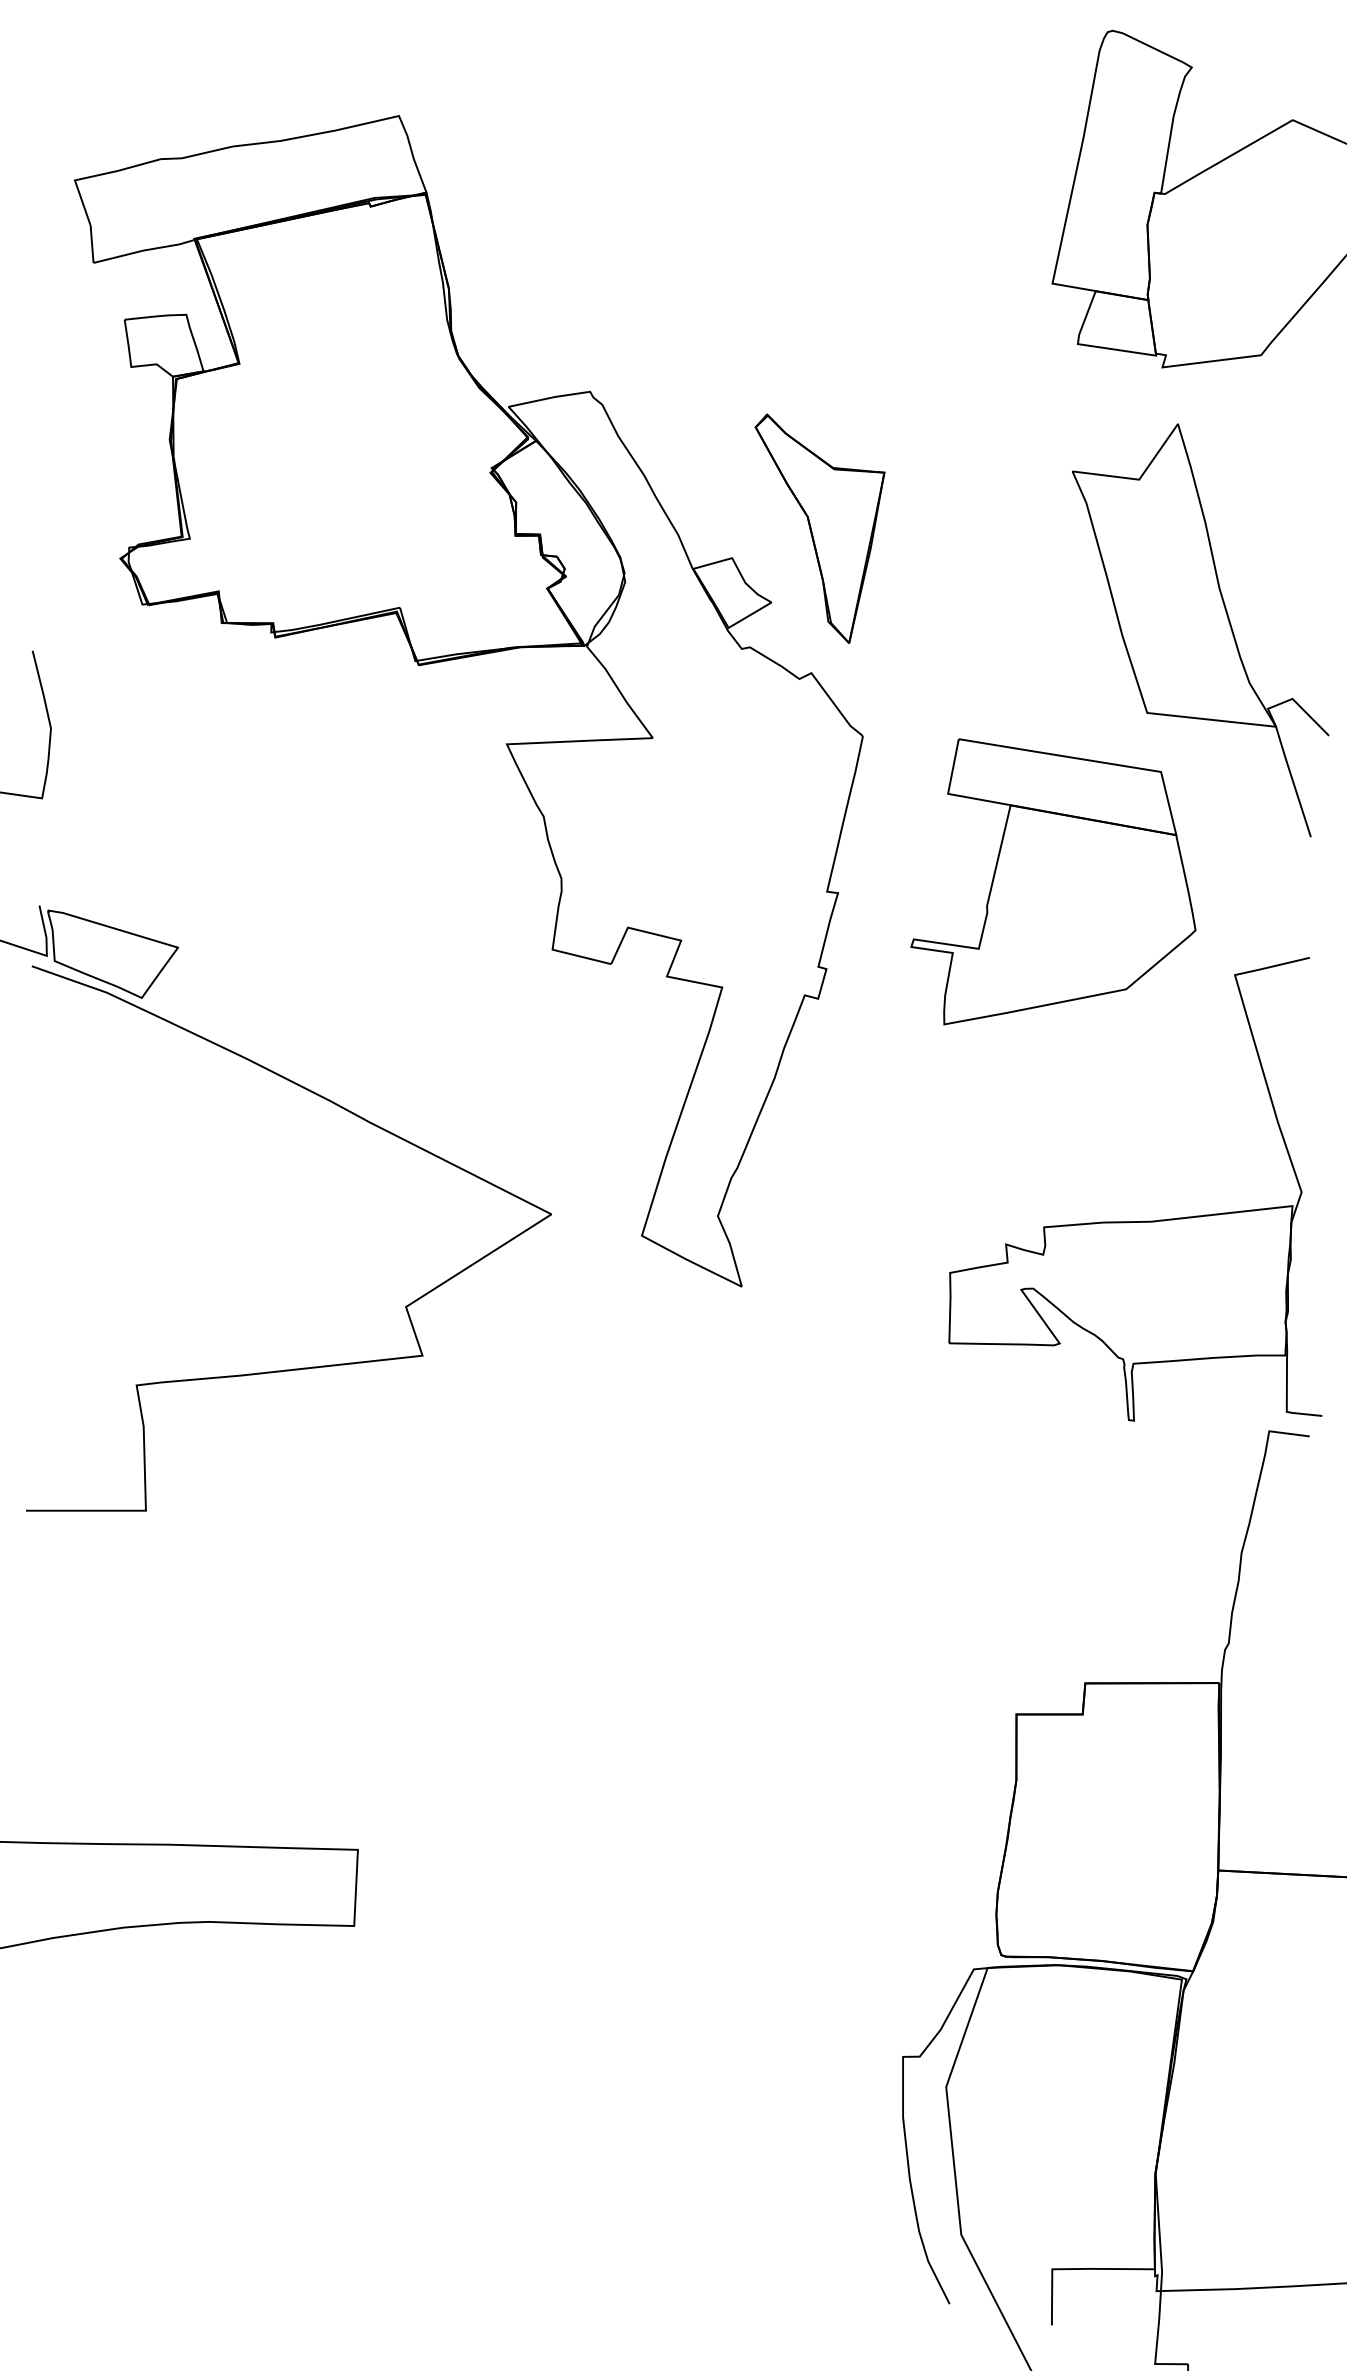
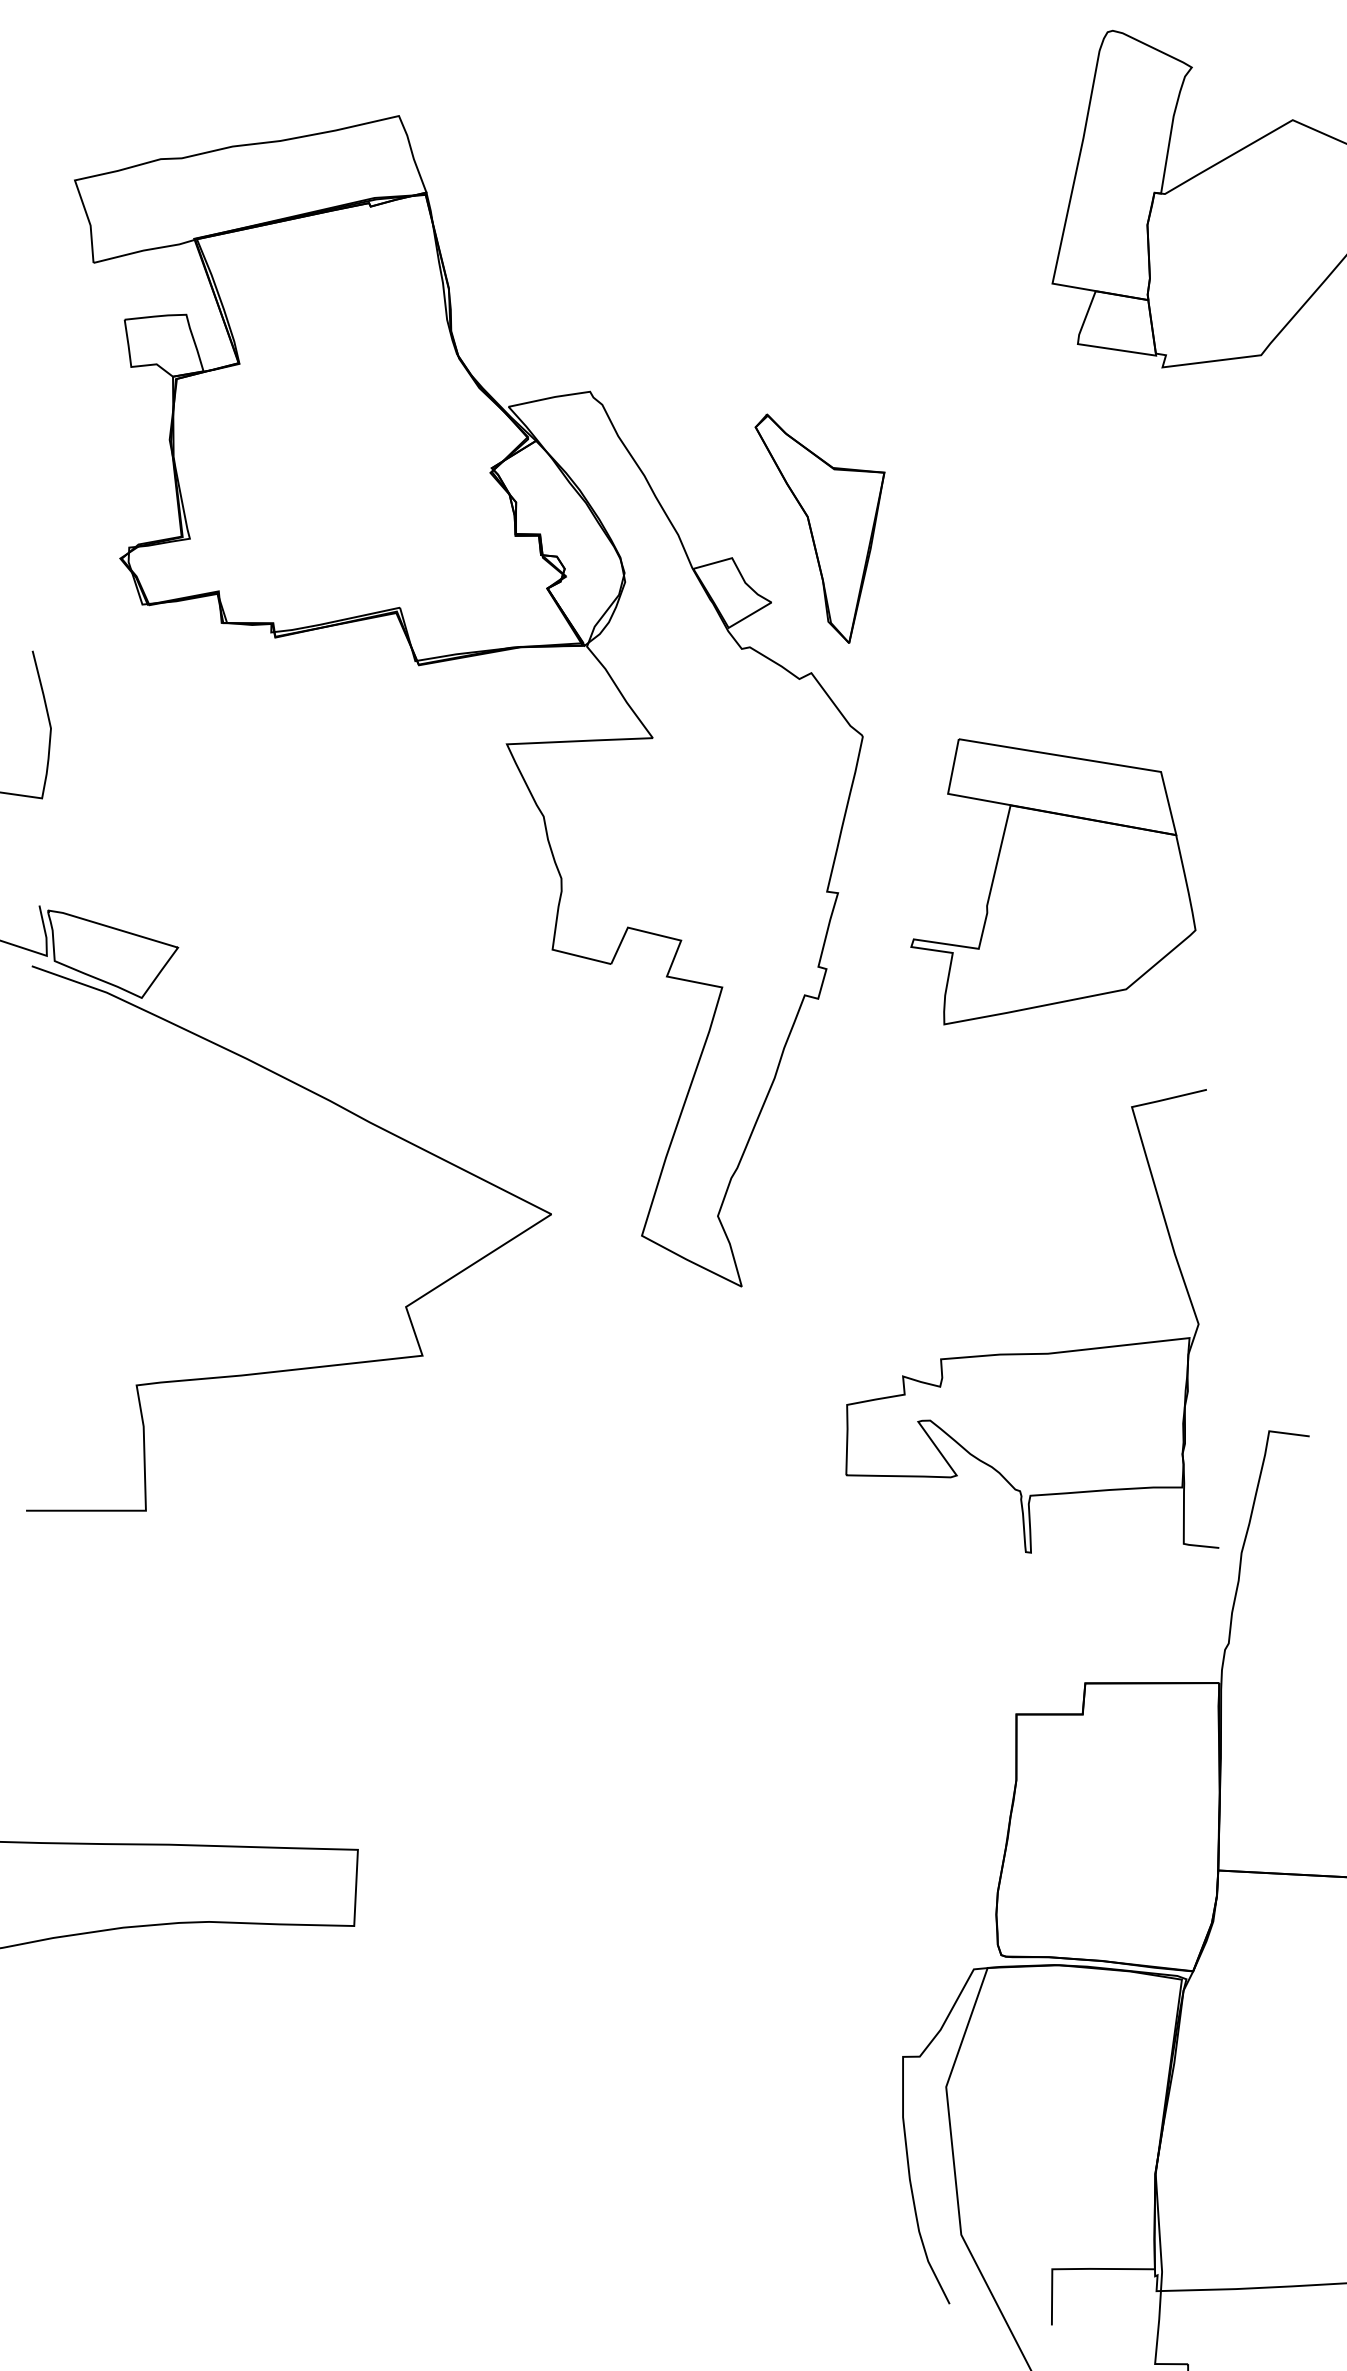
part at (1200, 630): present -> none
part at (1135, 1221) position: (1135, 1221) -> (1032, 1353)
